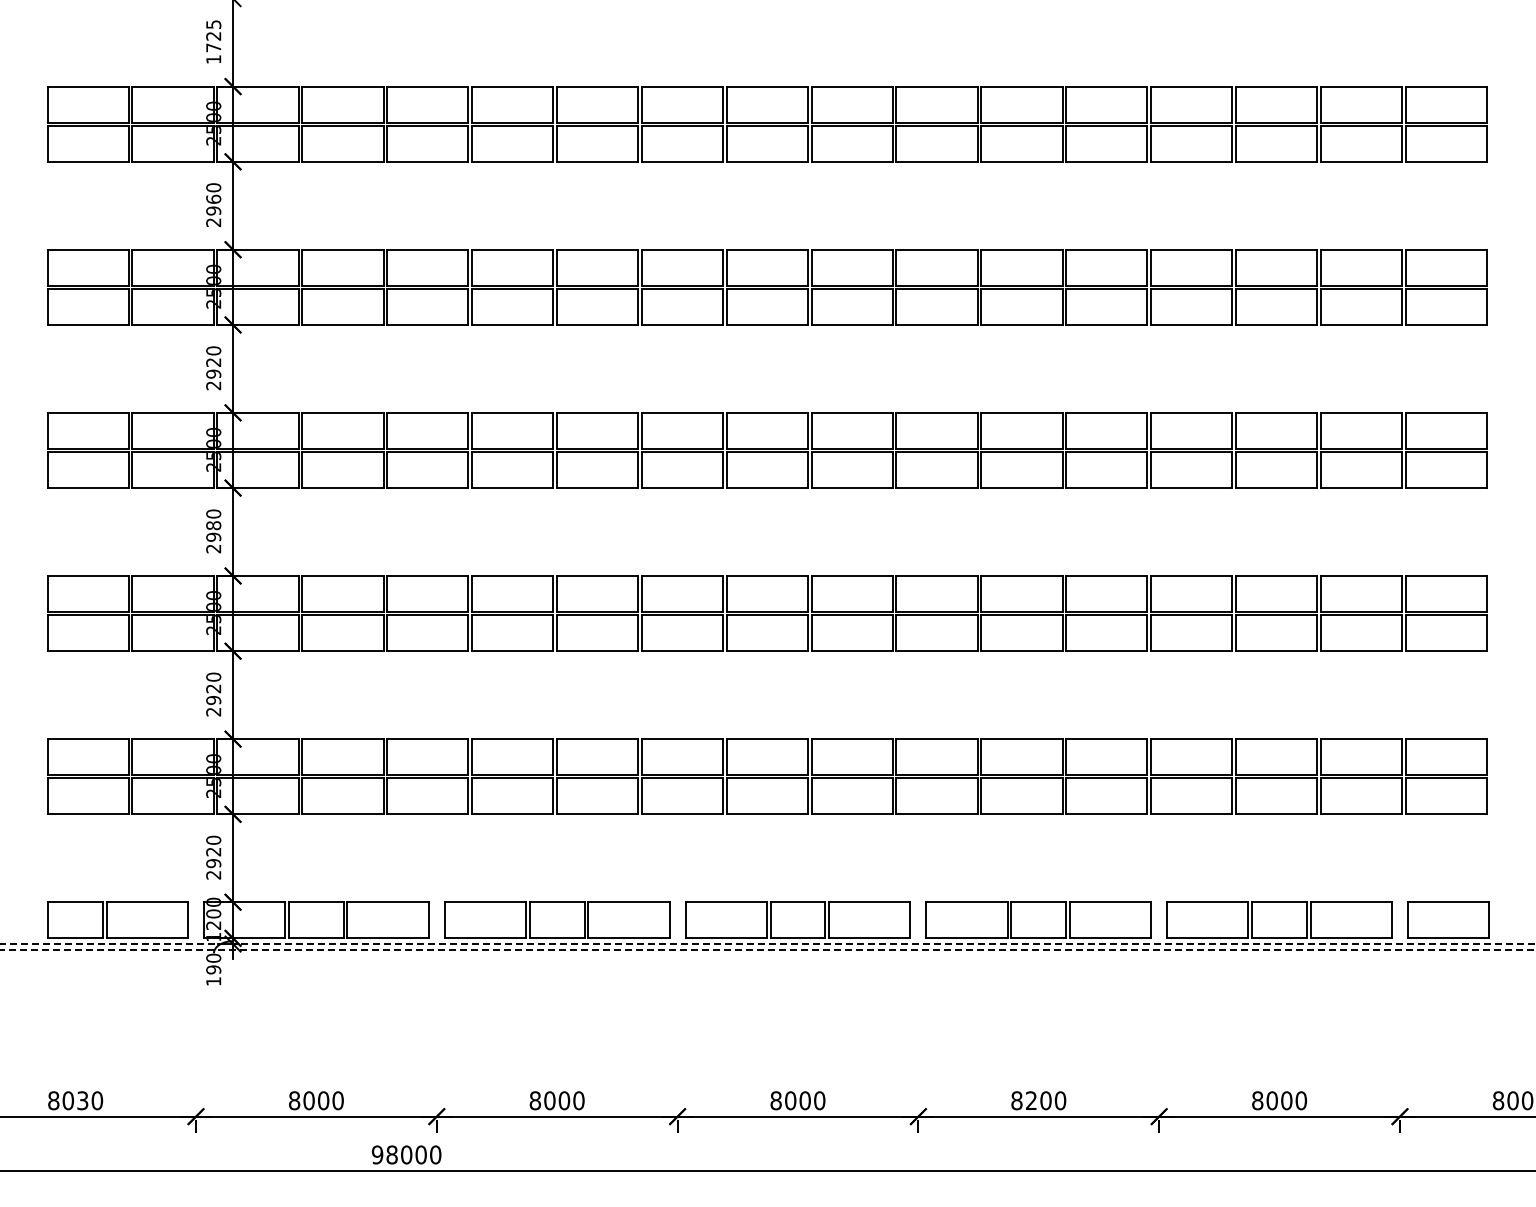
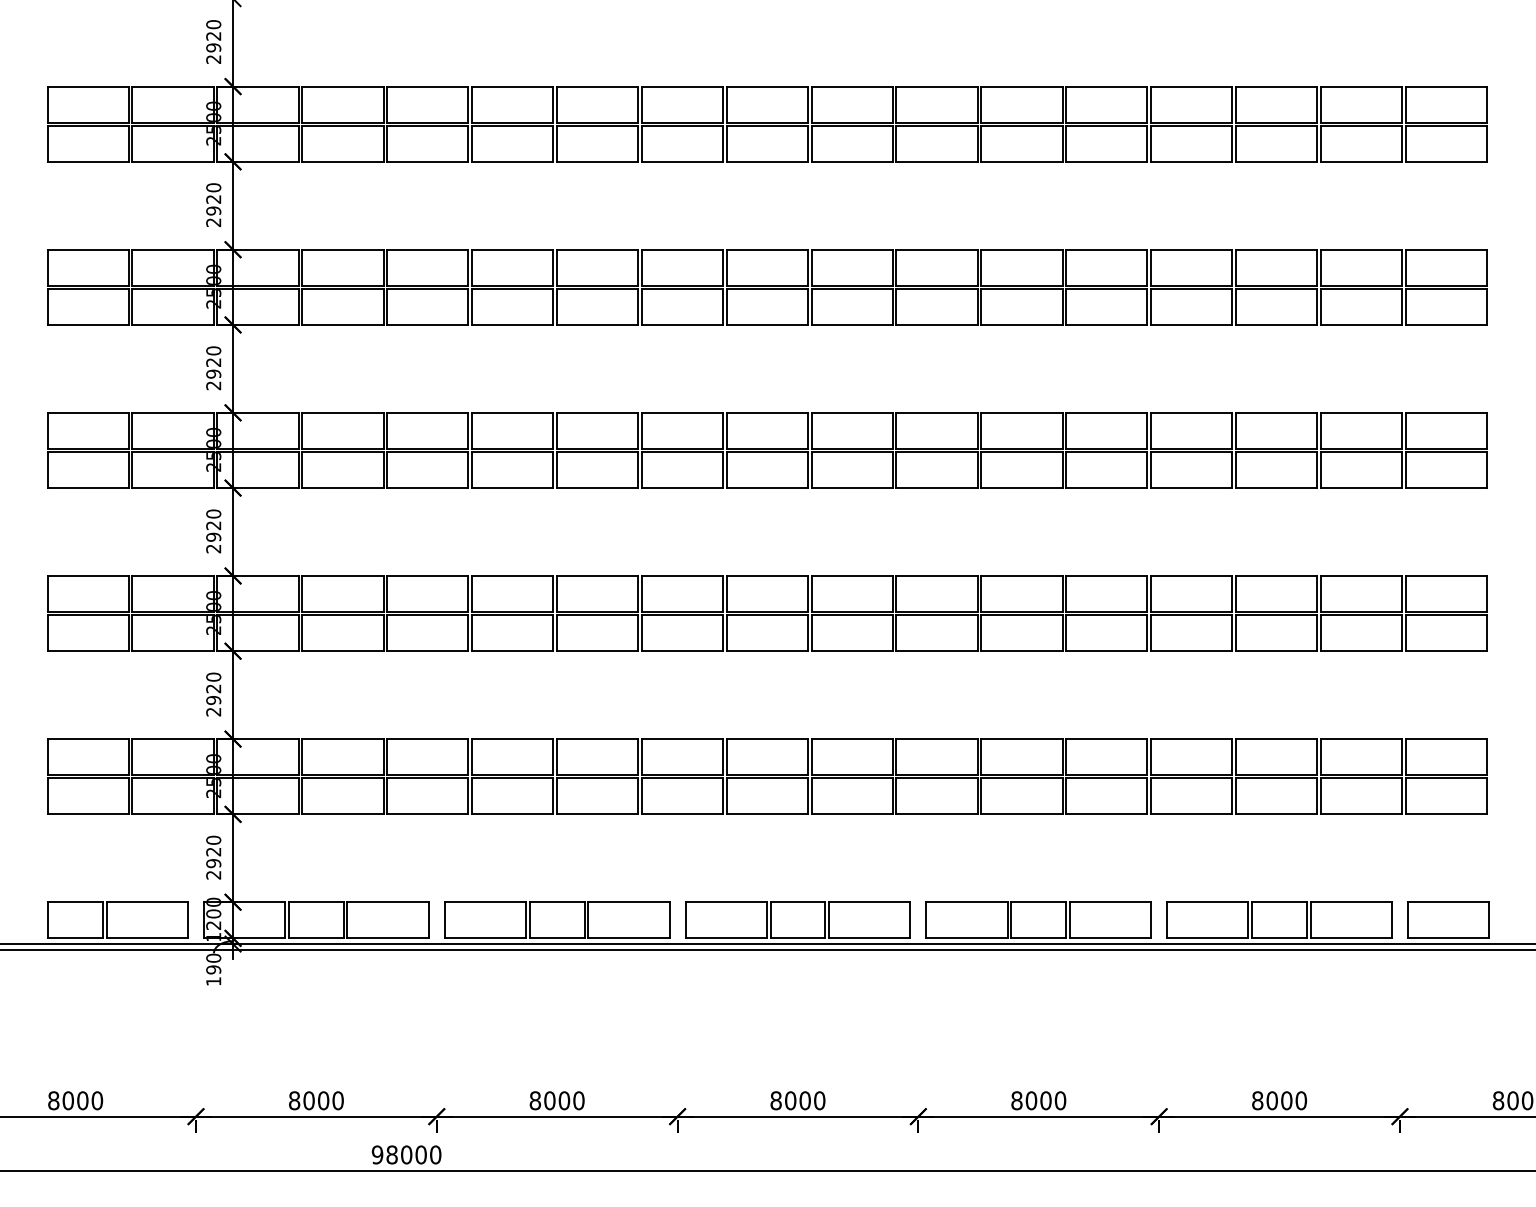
text at (213, 41): 1725 -> 2920
text at (213, 198): 2960 -> 2920
text at (213, 525): 2980 -> 2920
line at (767, 944): dashed -> solid
line at (768, 950): dashed -> solid
text at (82, 1100): 8030 -> 8000
text at (1031, 1100): 8200 -> 8000
